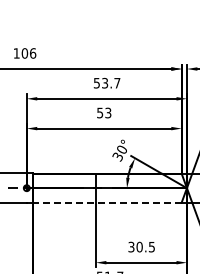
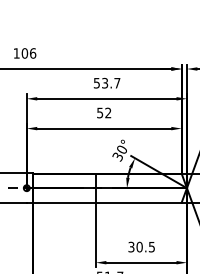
text at (108, 113): 53 -> 52
line at (106, 202): dashed -> solid
